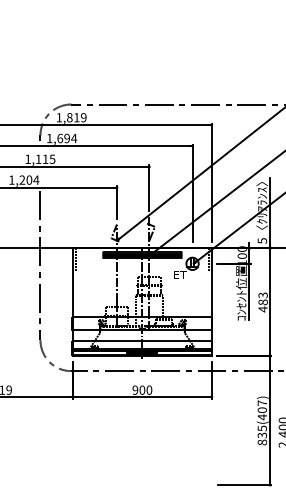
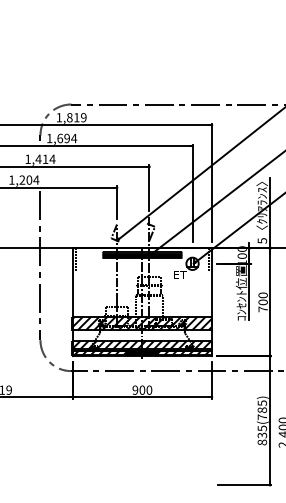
text at (45, 159): 1,115 -> 1,414
text at (262, 302): 483 -> 700
hatch at (141, 323): none -> present
hatch at (141, 347): none -> present
text at (262, 410): 835(407) -> 835(785)
